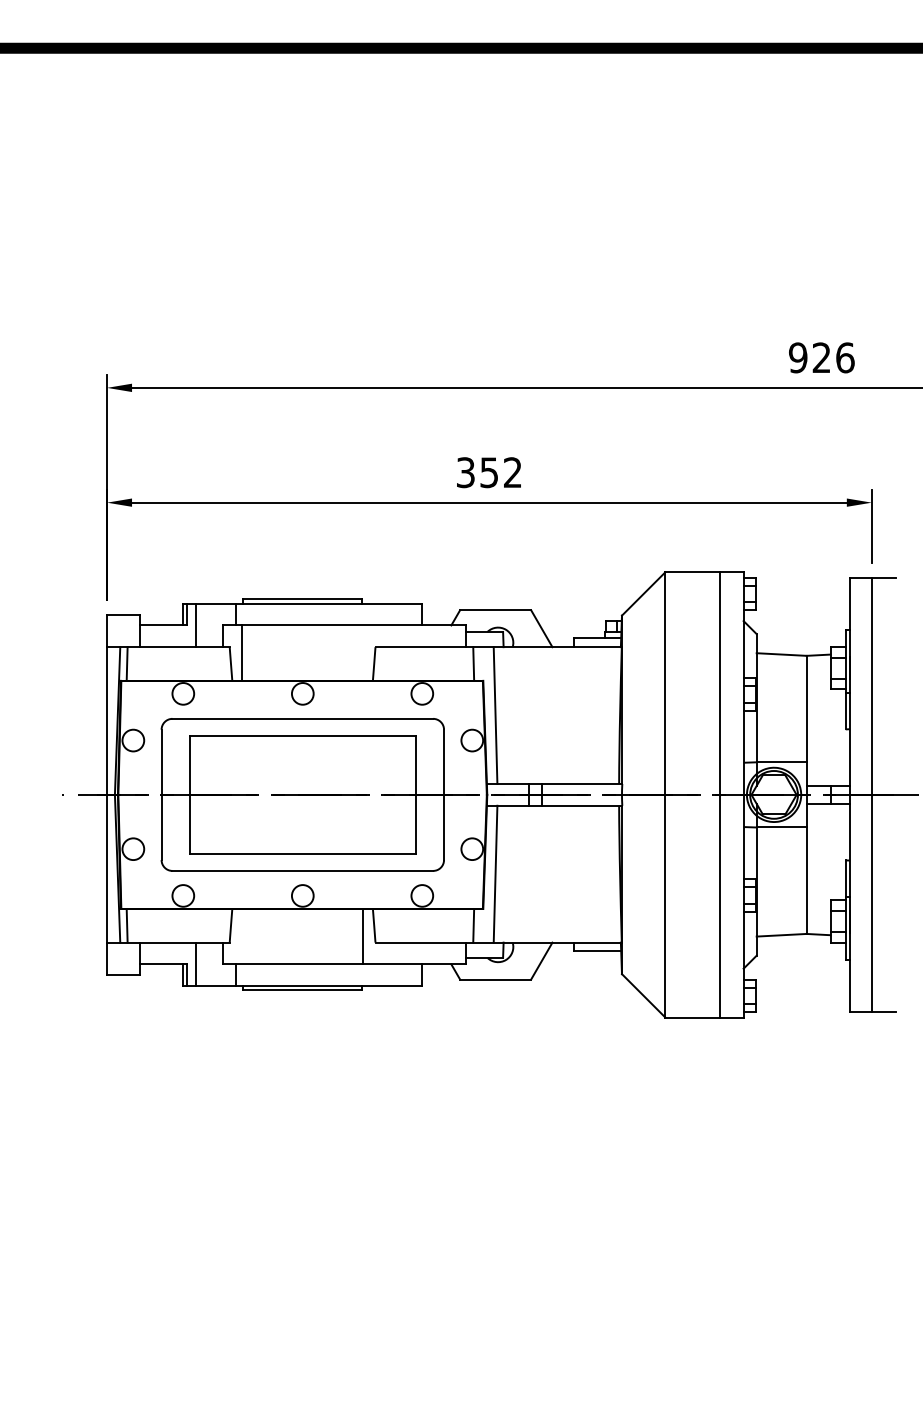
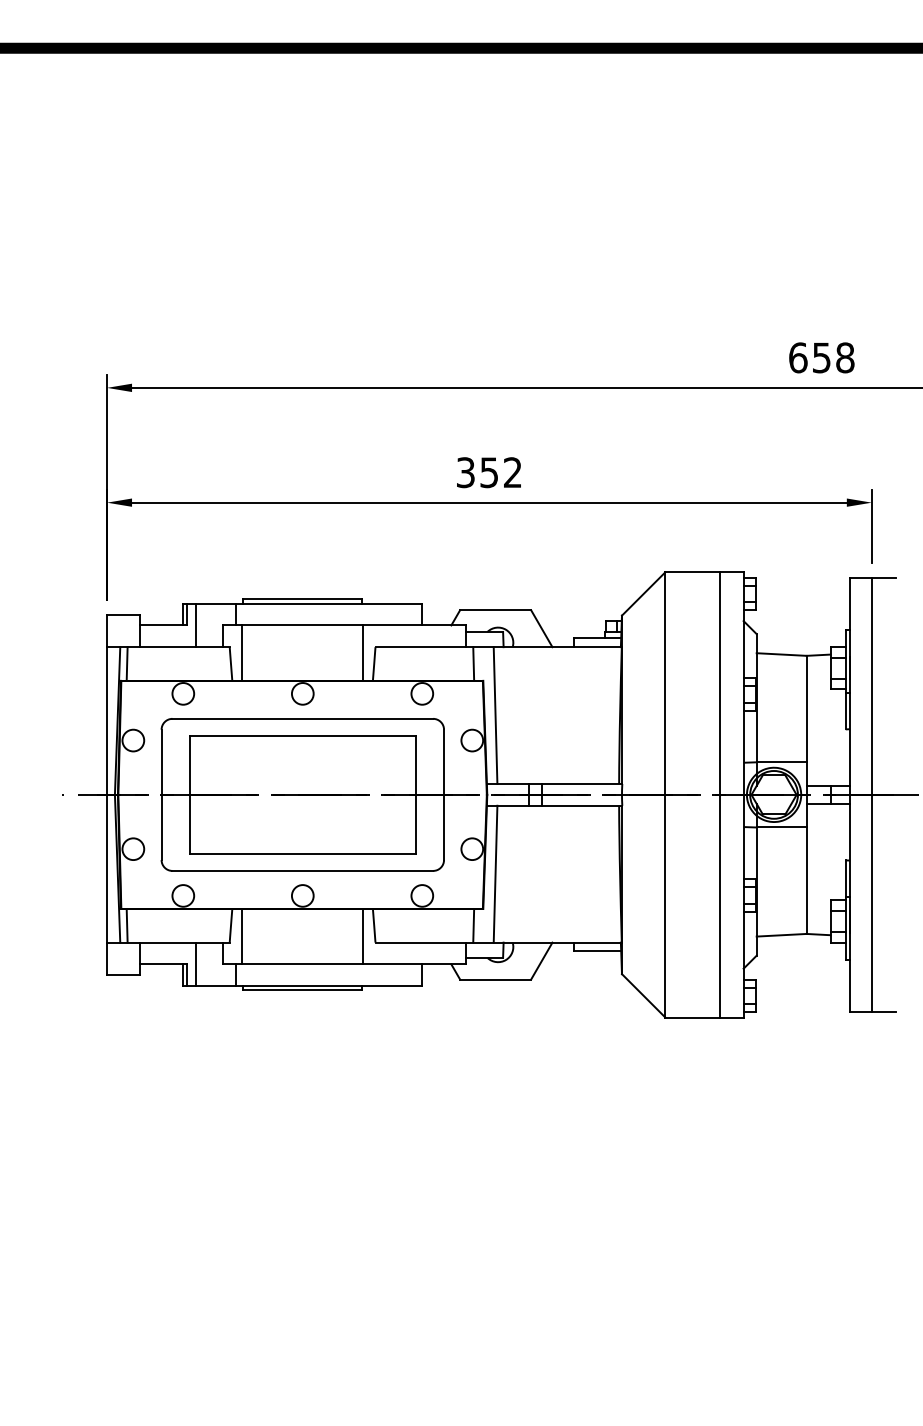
text at (821, 357): 926 -> 658
line at (363, 652): none -> present
line at (242, 936): none -> present
